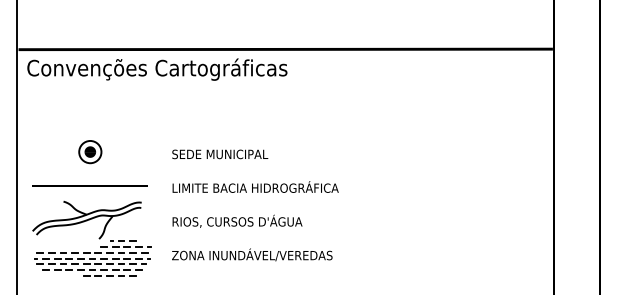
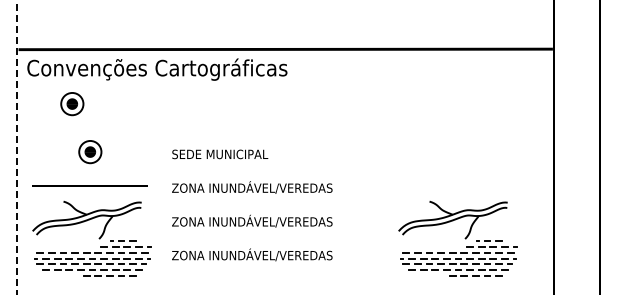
part at (72, 104): none -> present
line at (16, 148): solid -> dashed
text at (255, 187): LIMITE BACIA HIDROGRÁFICA -> ZONA INUNDÁVEL/VEREDAS
text at (252, 220): RIOS, CURSOS D'ÁGUA -> ZONA INUNDÁVEL/VEREDAS
part at (464, 238): none -> present
